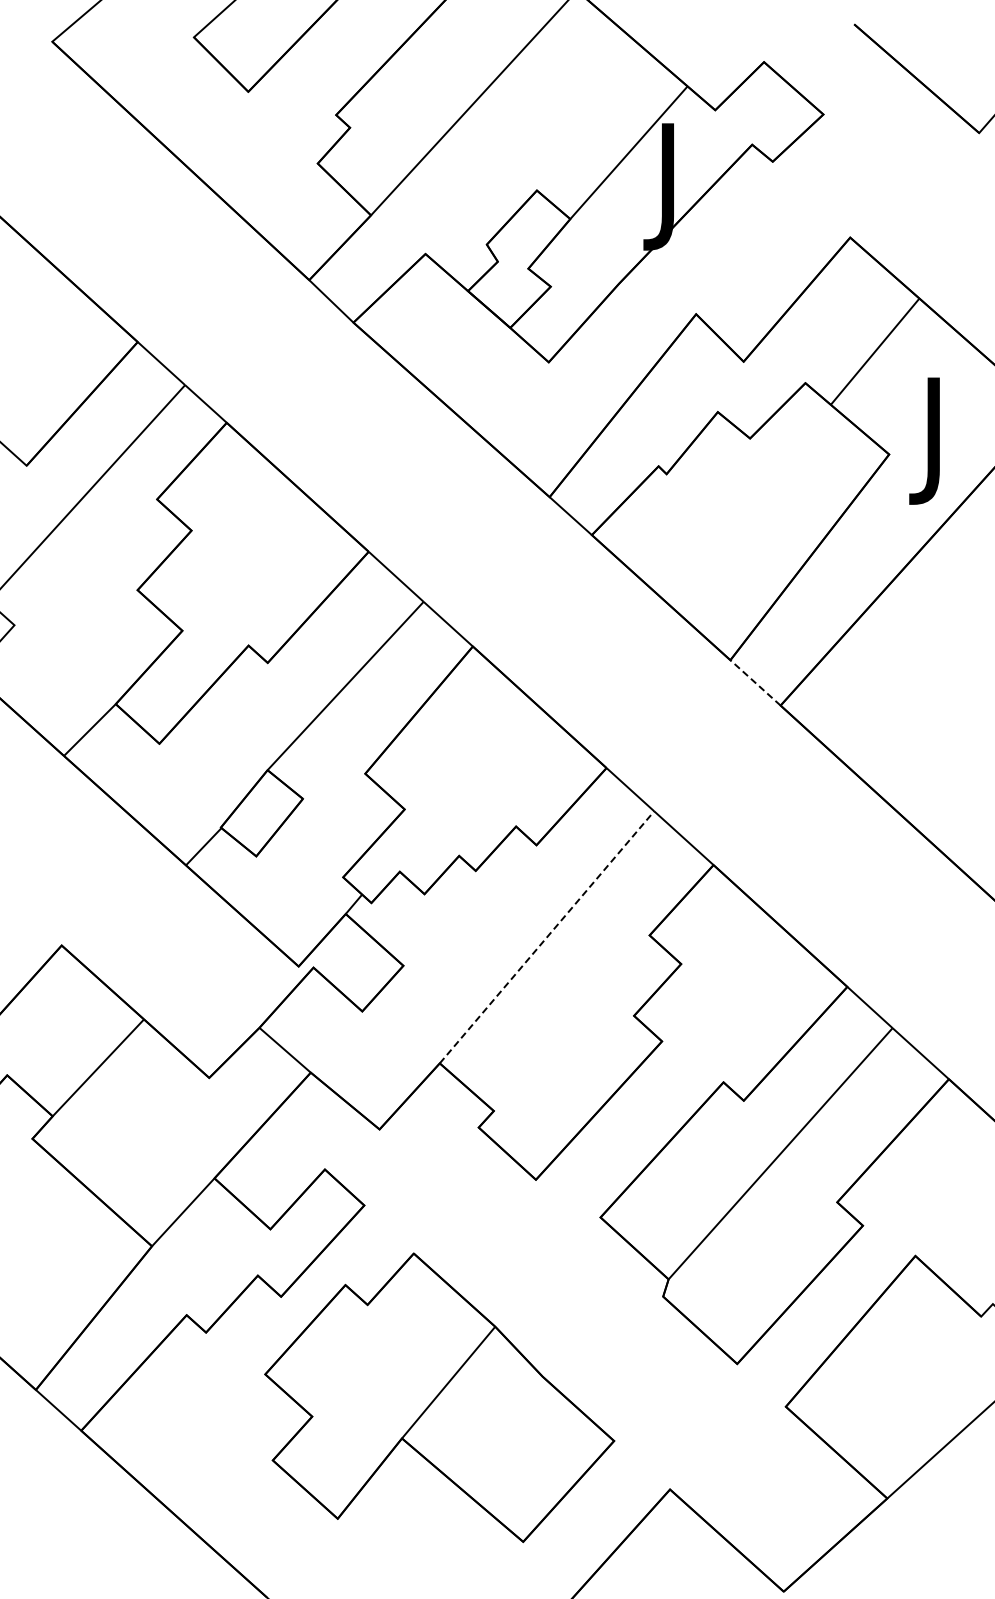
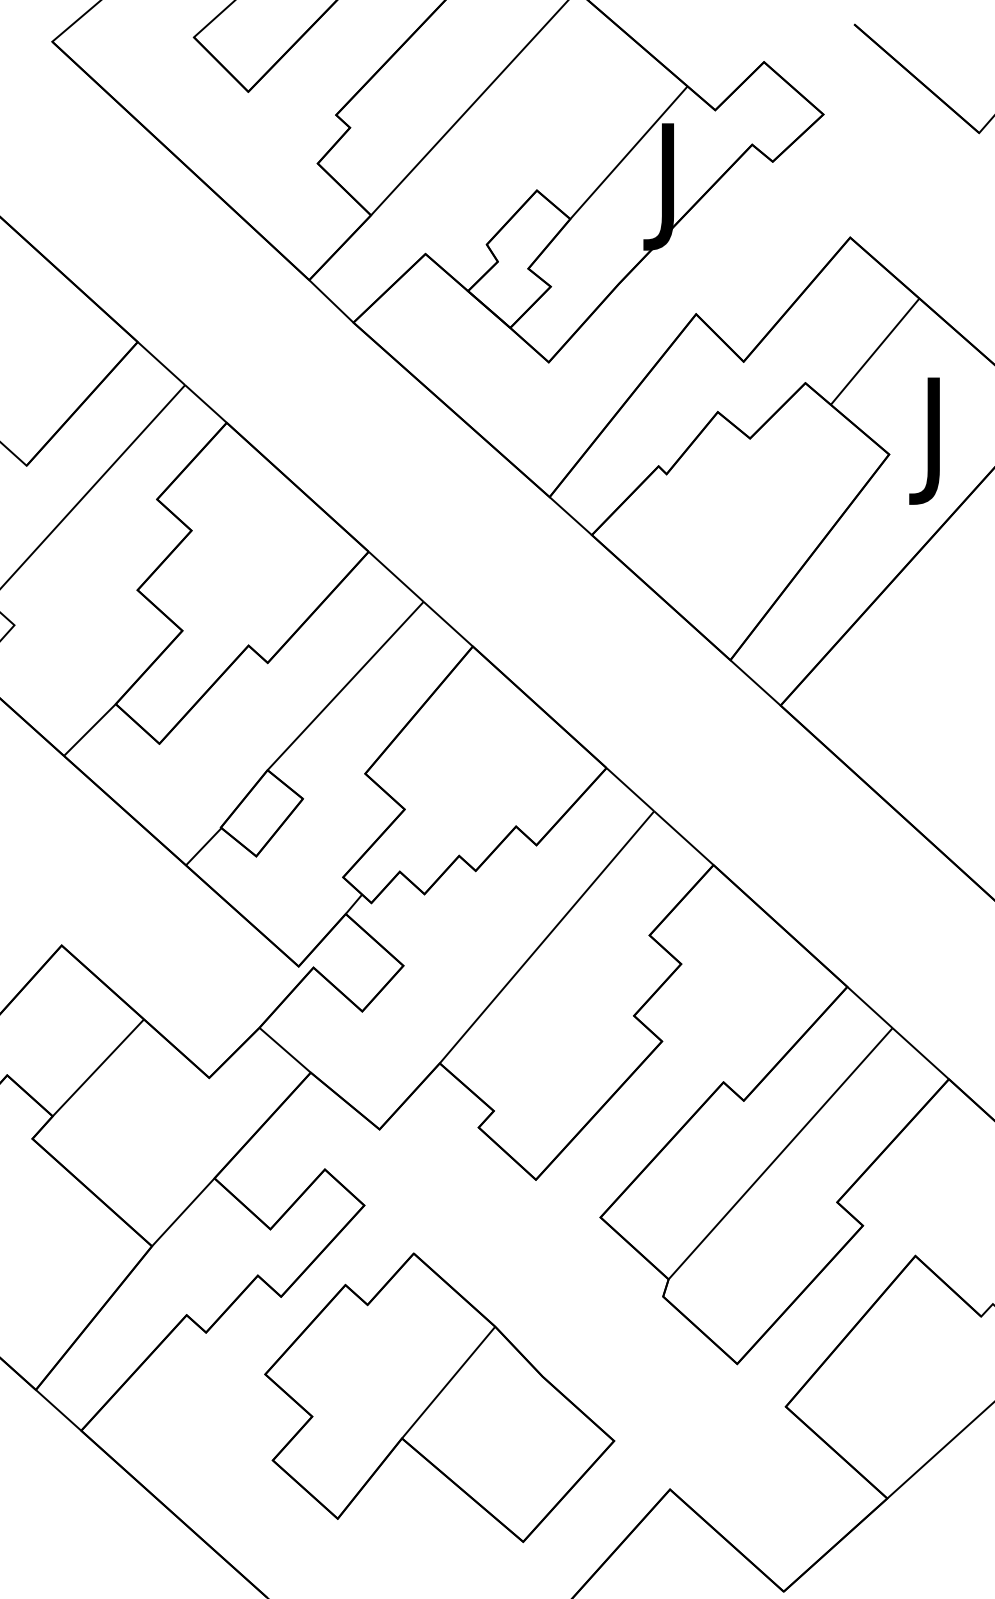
line at (755, 682): dashed -> solid
line at (547, 936): dashed -> solid
